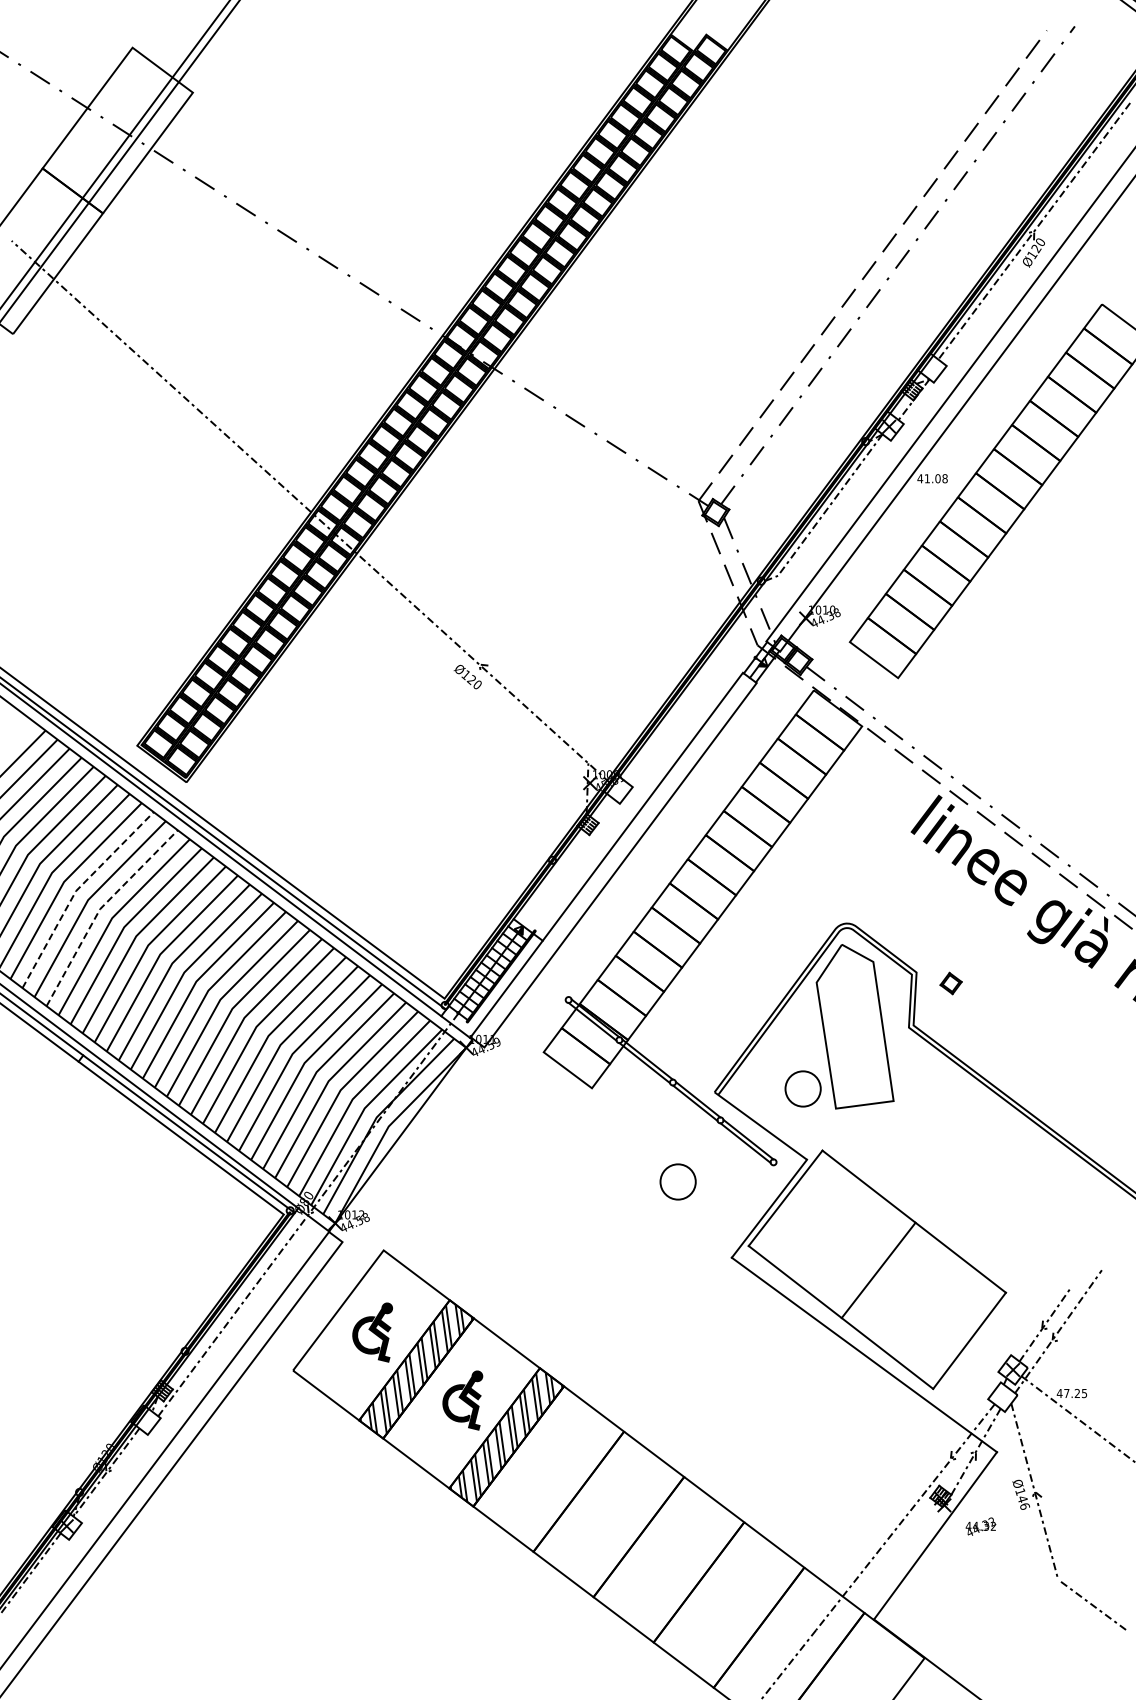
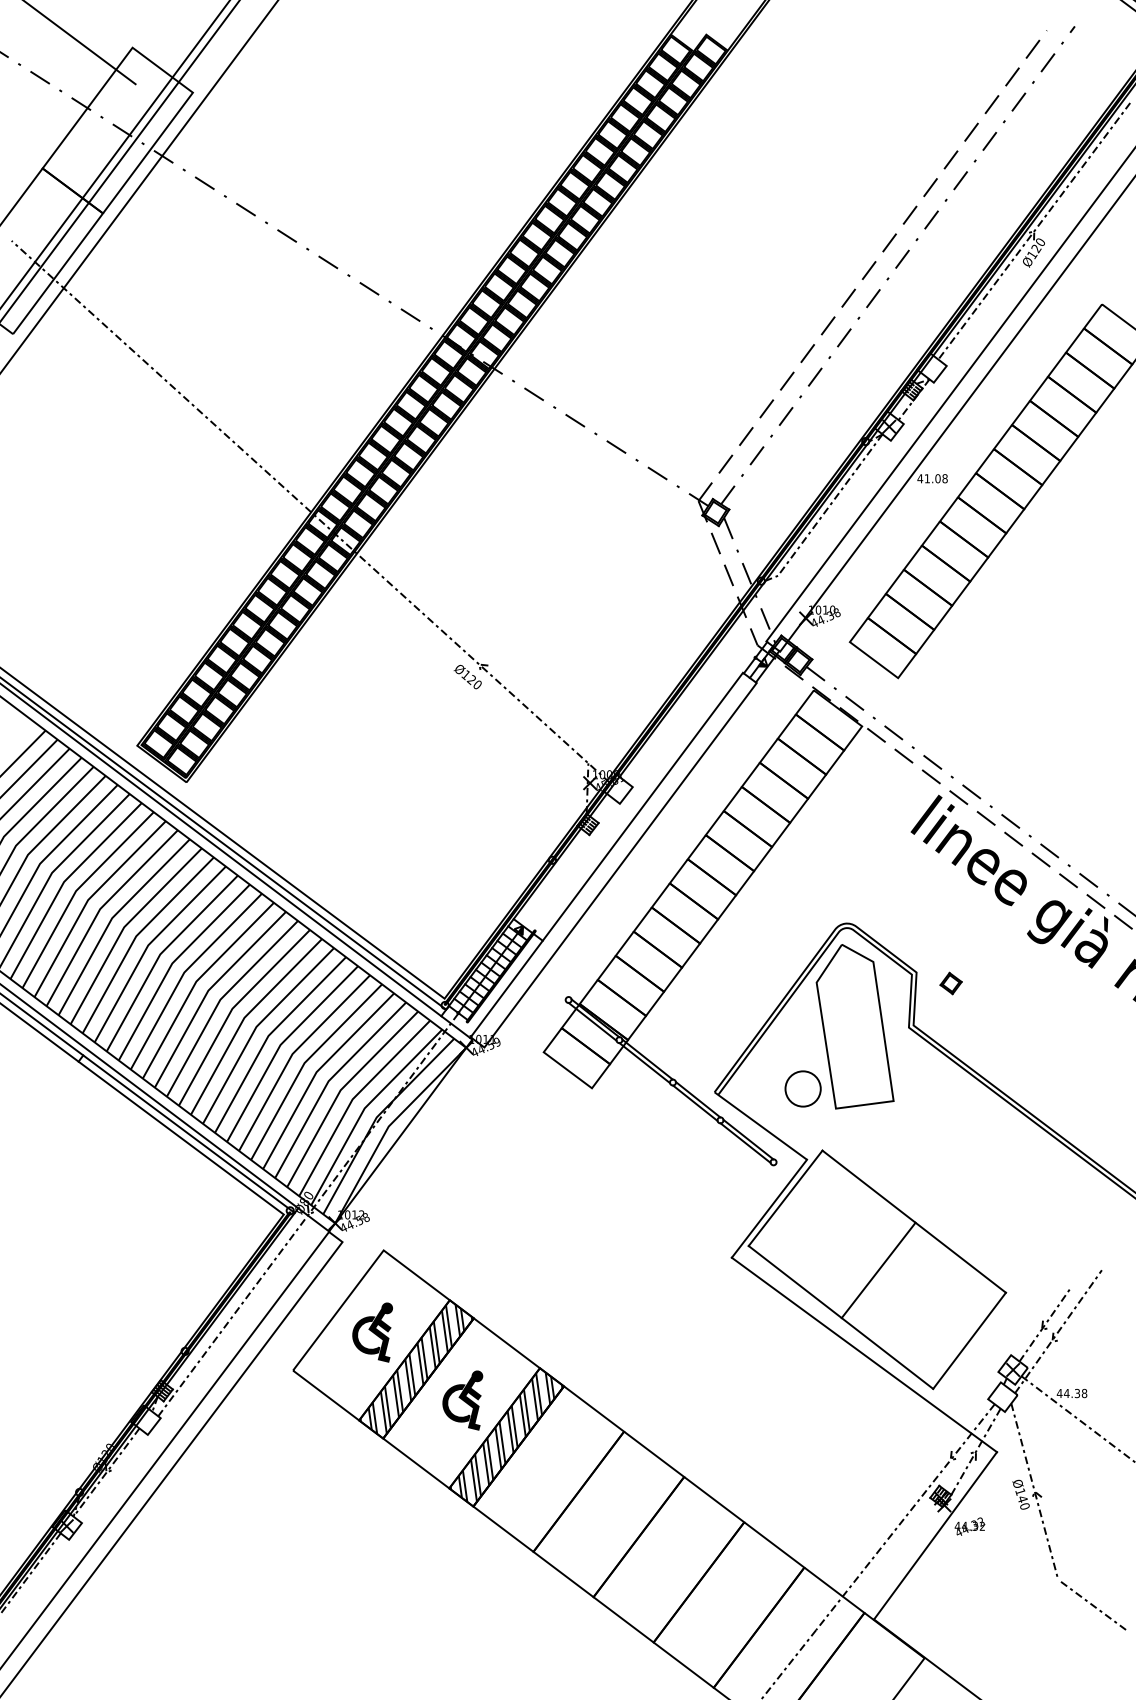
line at (80, 43): none -> present
line at (139, 186): none -> present
line at (76, 891): dashed -> solid
line at (100, 909): dashed -> solid
circle at (677, 1181): present -> none
text at (1075, 1393): 47.25 -> 44.38
text at (1025, 1506): Ø146 -> Ø140
text at (980, 1526) position: (980, 1526) -> (969, 1526)
